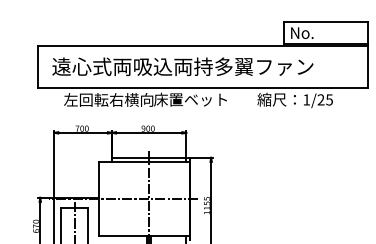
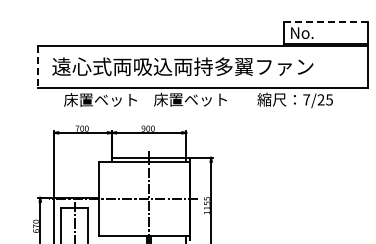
line at (326, 22): solid -> dashed
line at (37, 67): solid -> dashed
text at (108, 99): 左回転右横向 -> 床置ベット
text at (306, 99): 1/25 -> 7/25
